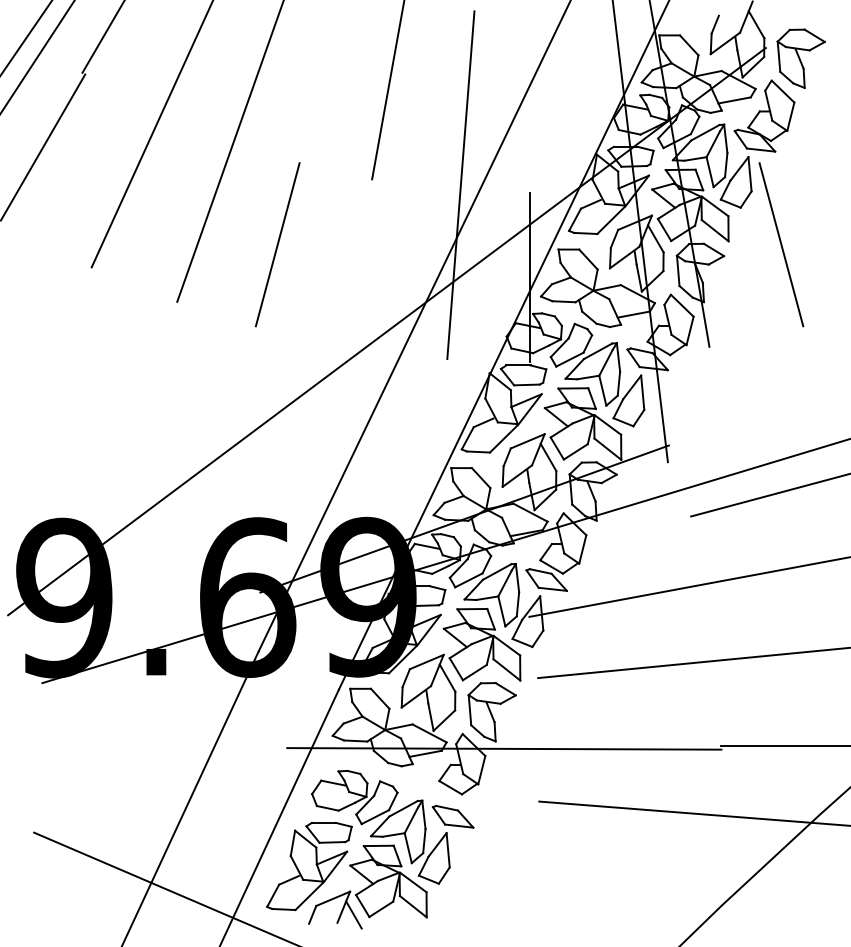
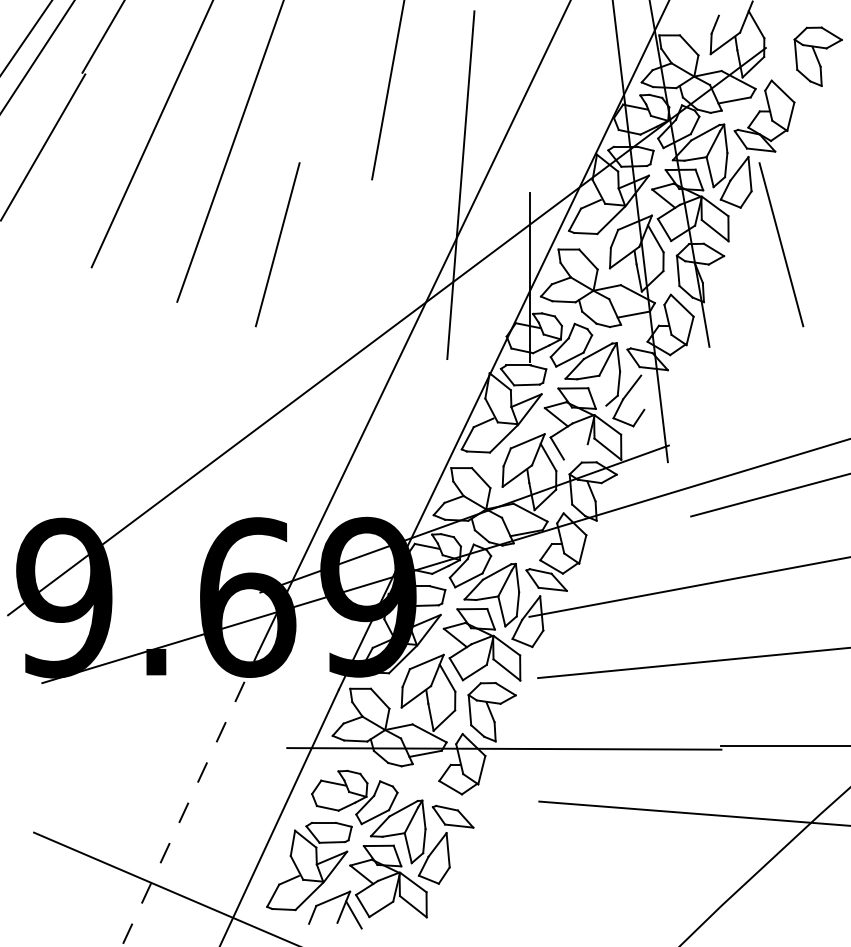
part at (800, 58) position: (800, 58) -> (817, 56)
line at (602, 390): present -> none
line at (642, 392): present -> none
line at (575, 451): present -> none
line at (190, 798): solid -> dashed
